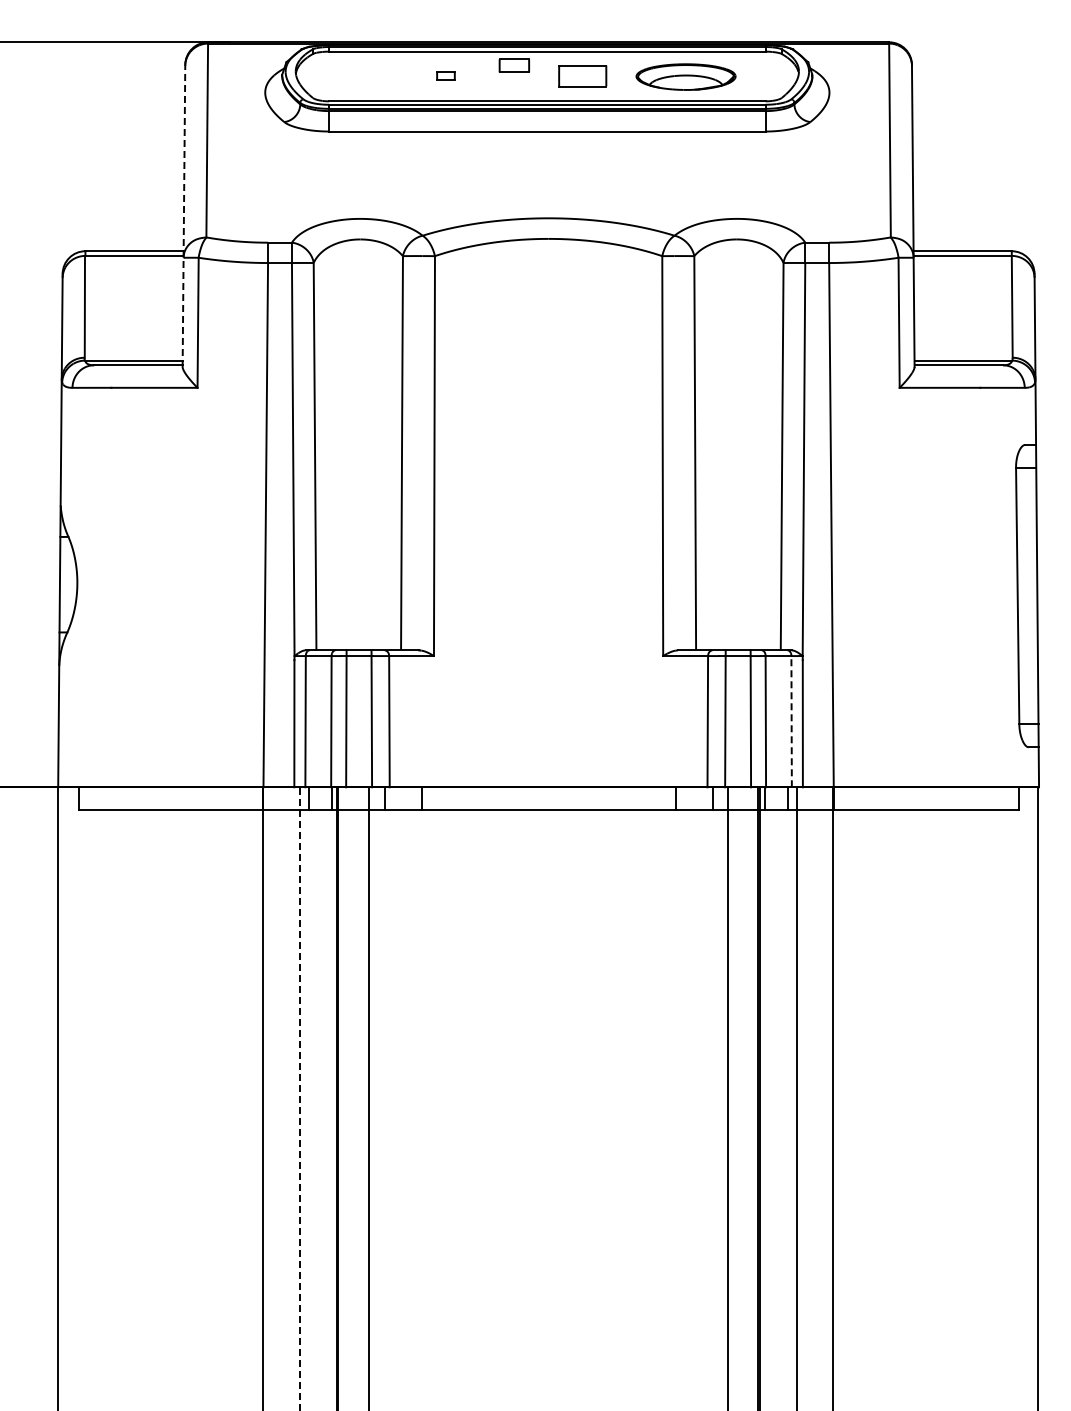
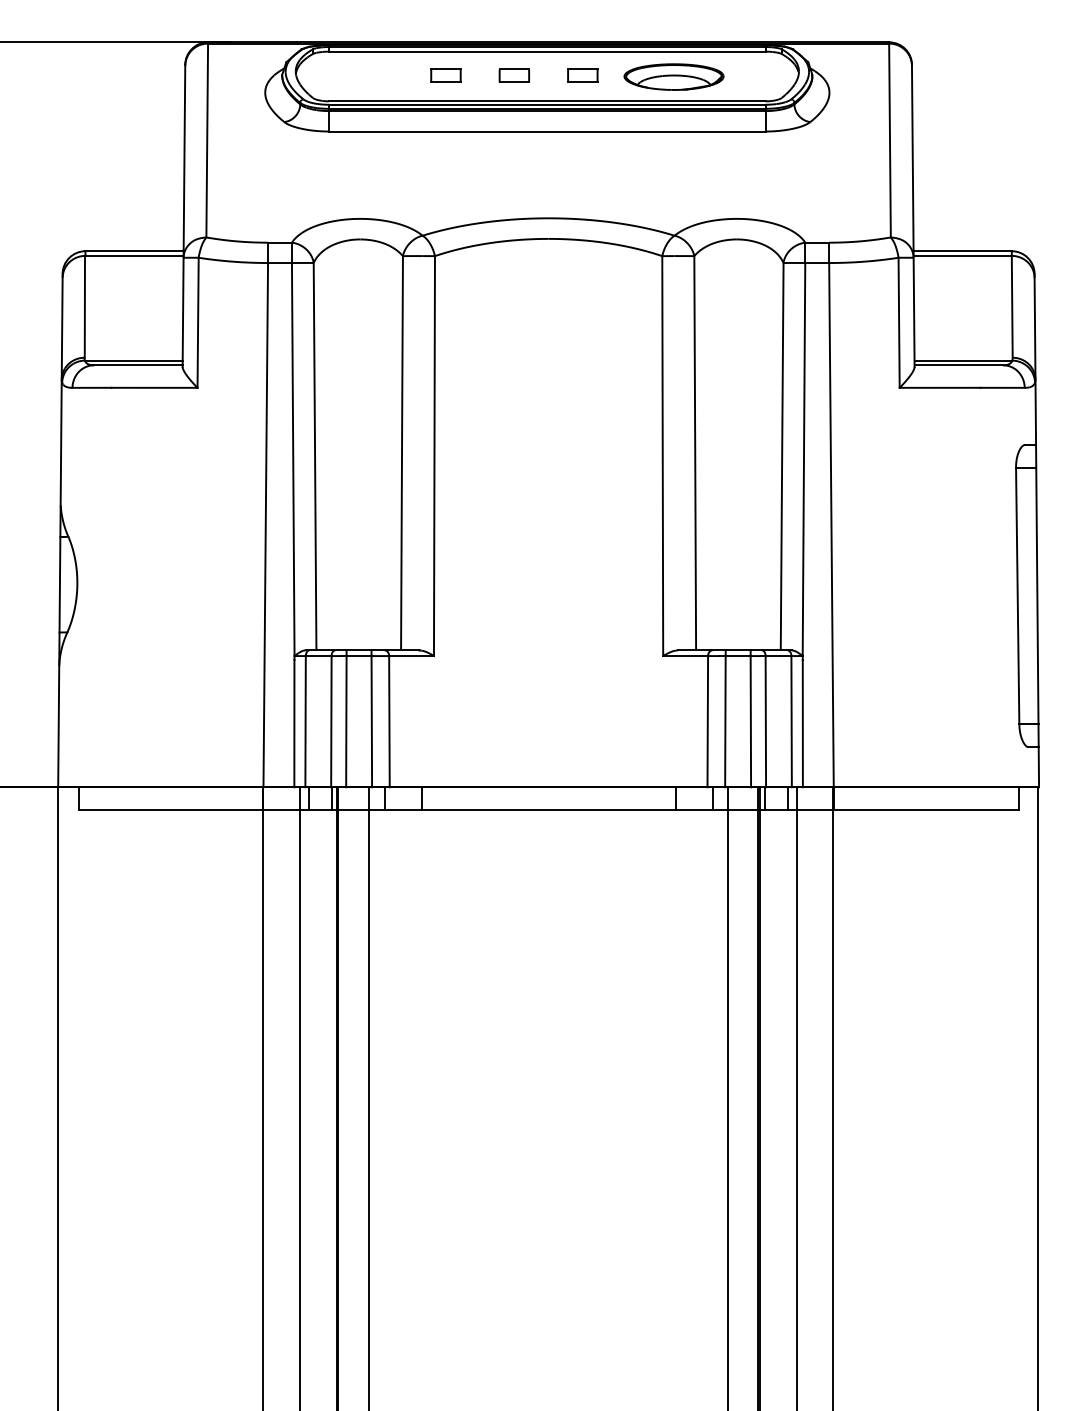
part at (513, 65) position: (513, 65) -> (513, 75)
part at (445, 75) size: 20x10 px -> 32x15 px
part at (582, 76) size: 50x23 px -> 32x15 px
part at (685, 76) position: (685, 76) -> (673, 76)
line at (183, 216): dashed -> solid
line at (791, 721): dashed -> solid
line at (299, 1098): dashed -> solid
